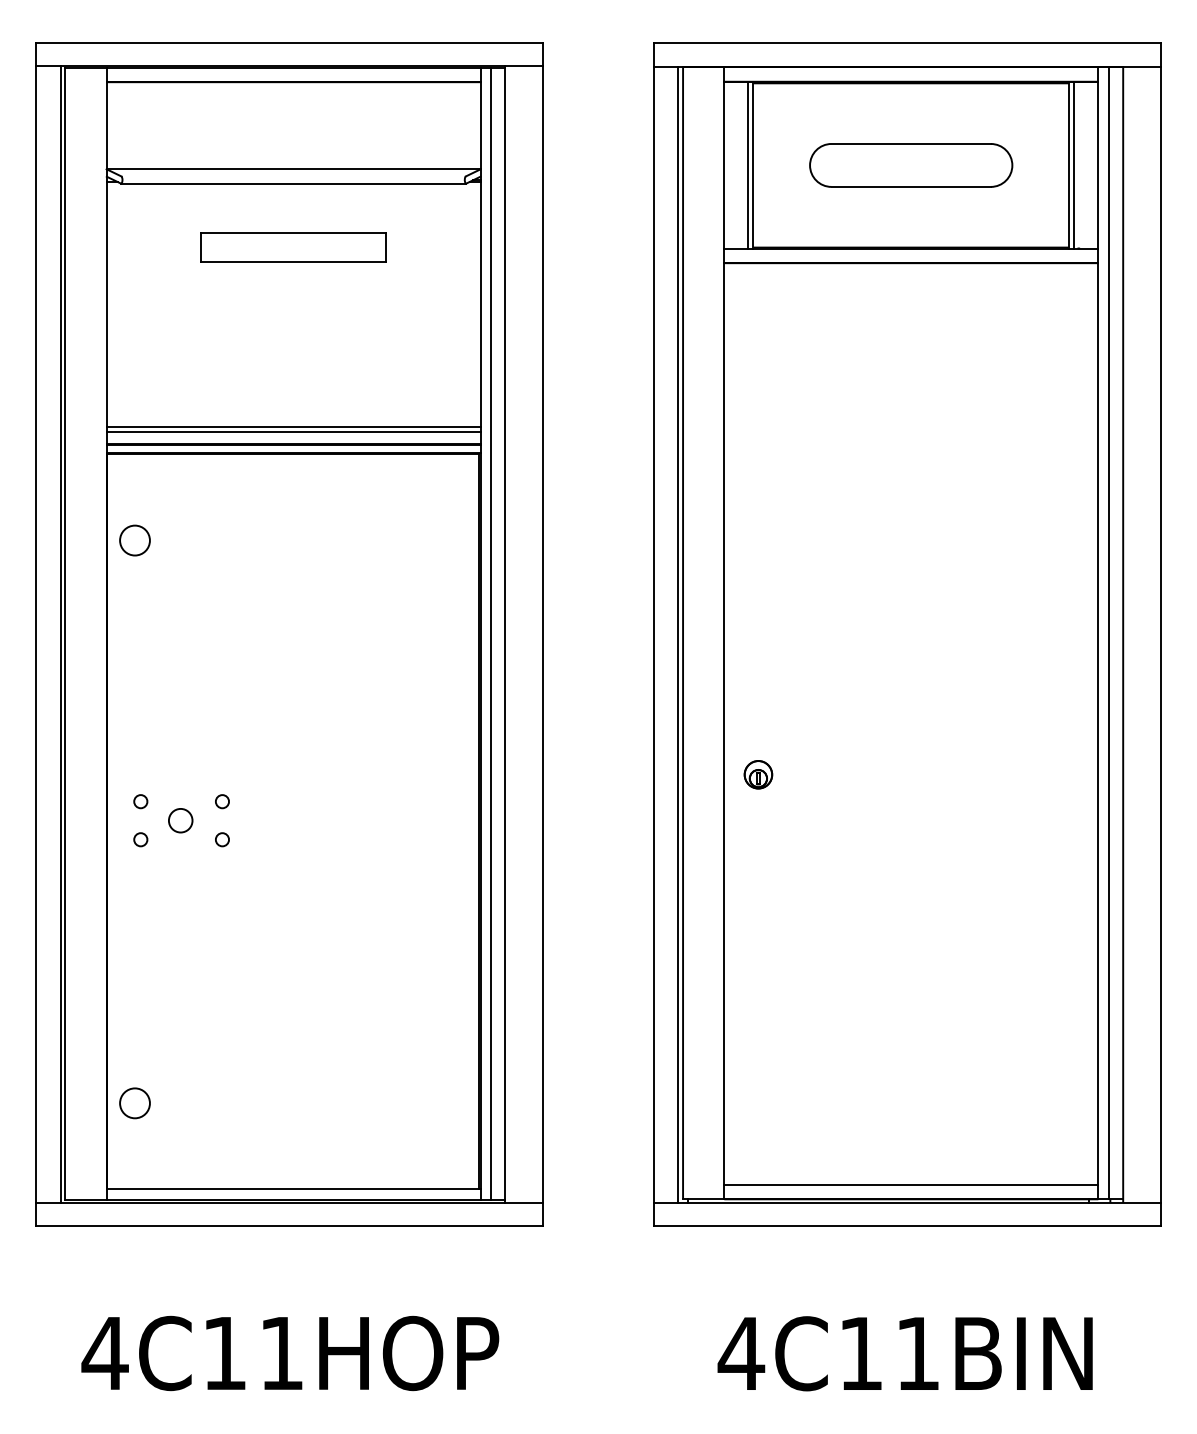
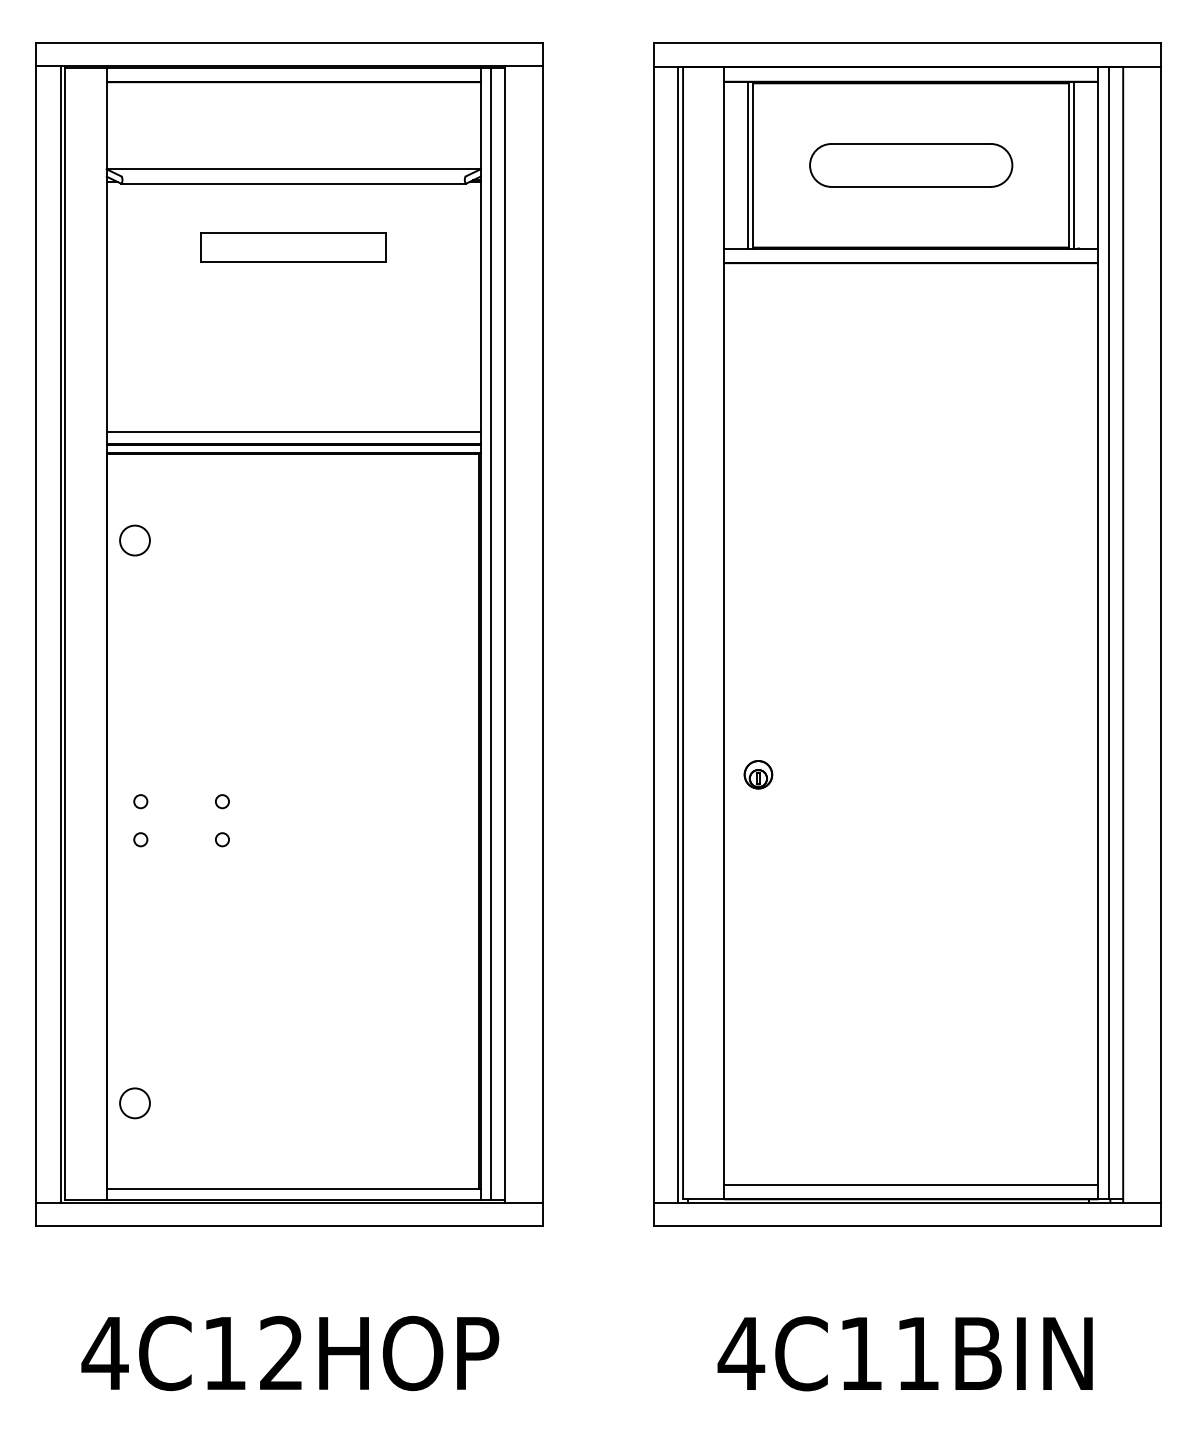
line at (293, 426): present -> none
circle at (180, 820): present -> none
text at (281, 1352): 4C11HOP -> 4C12HOP
